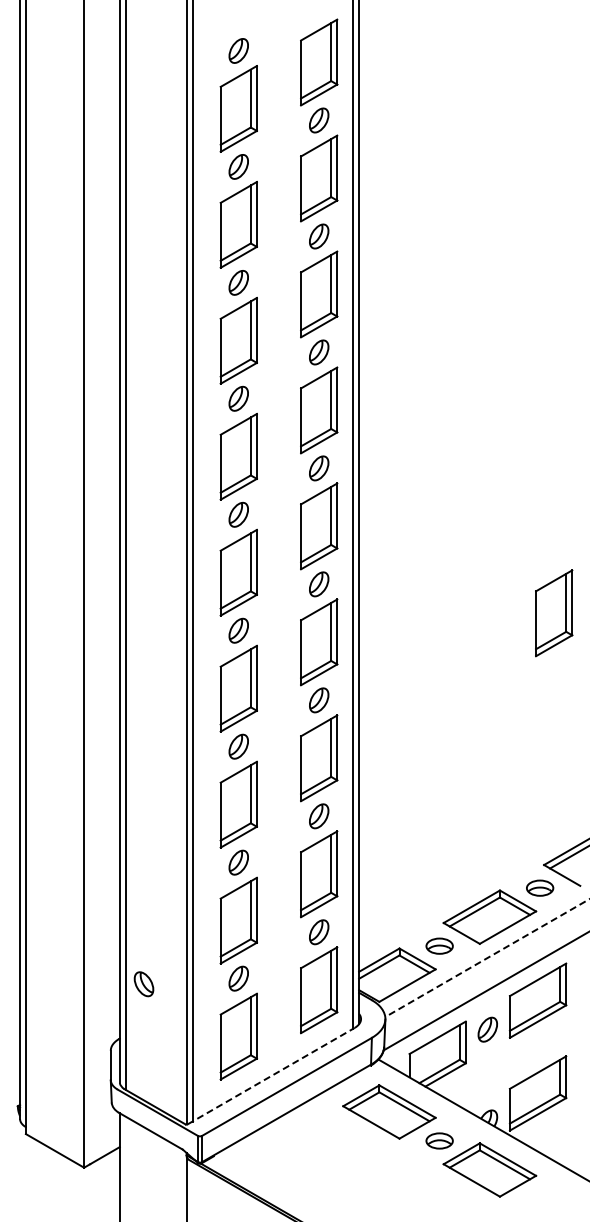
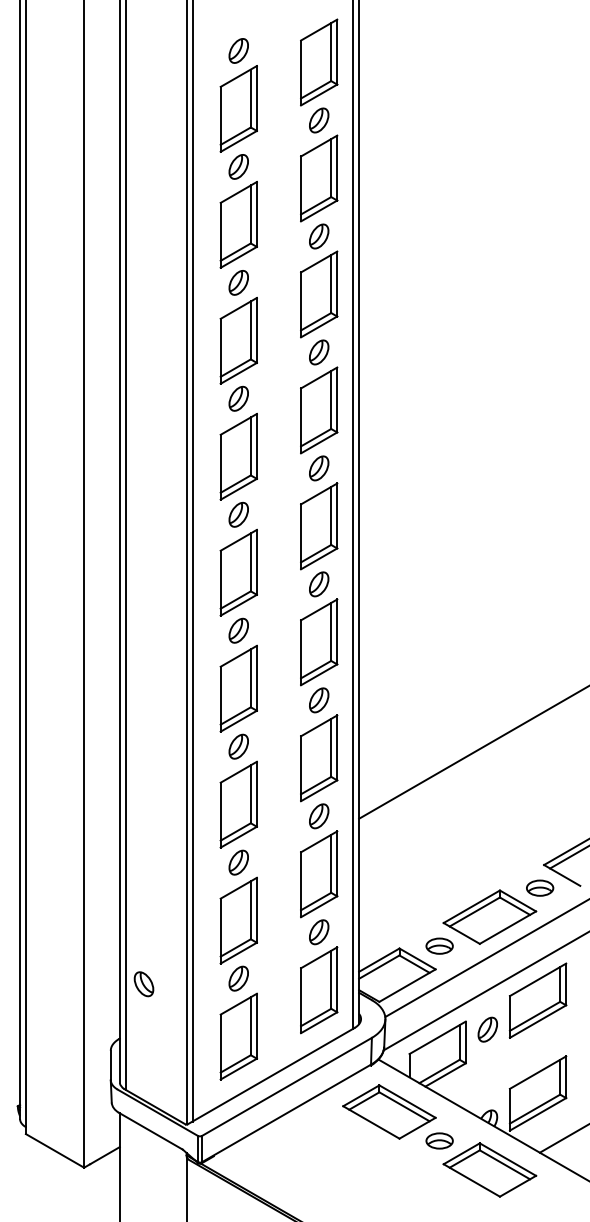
part at (554, 613): present -> none
line at (472, 752): none -> present
line at (487, 958): dashed -> solid
line at (271, 1075): dashed -> solid
line at (562, 1138): none -> present
